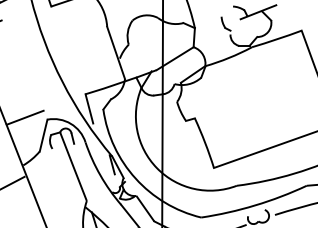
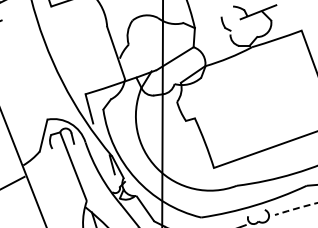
line at (24, 117): present -> none
arc at (296, 208): solid -> dashed
